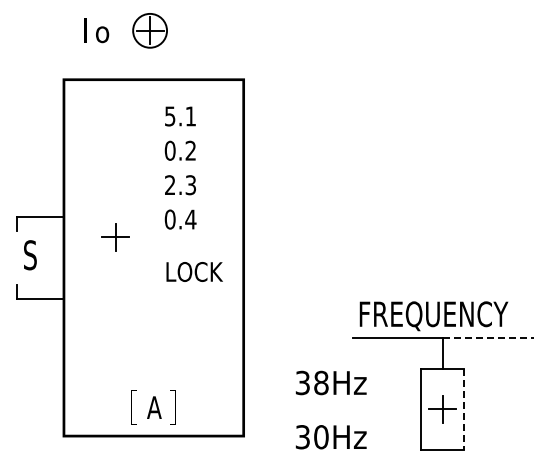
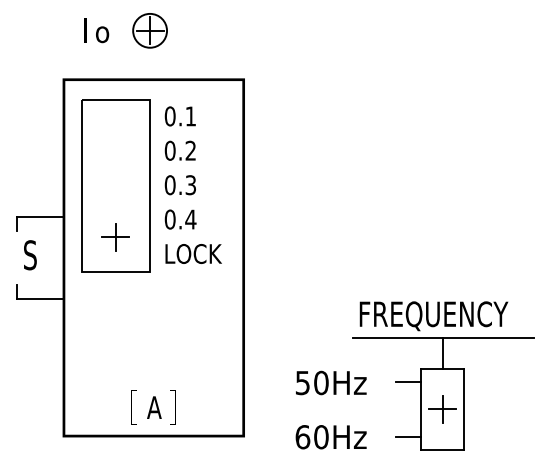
text at (169, 116): 5.1 -> 0.1
part at (115, 185): none -> present
text at (169, 185): 2.3 -> 0.3
text at (194, 271) position: (194, 271) -> (193, 253)
line at (488, 338): dashed -> solid
text at (312, 382): 38Hz -> 50Hz
line at (407, 382): none -> present
line at (464, 409): dashed -> solid
line at (407, 436): none -> present
text at (302, 437): 30Hz -> 60Hz
